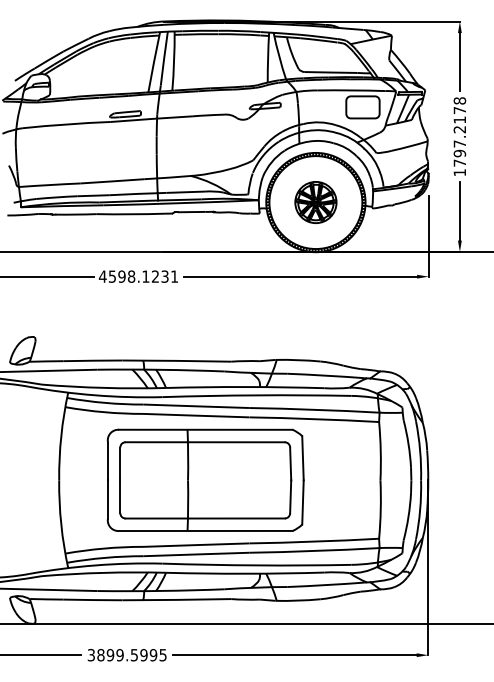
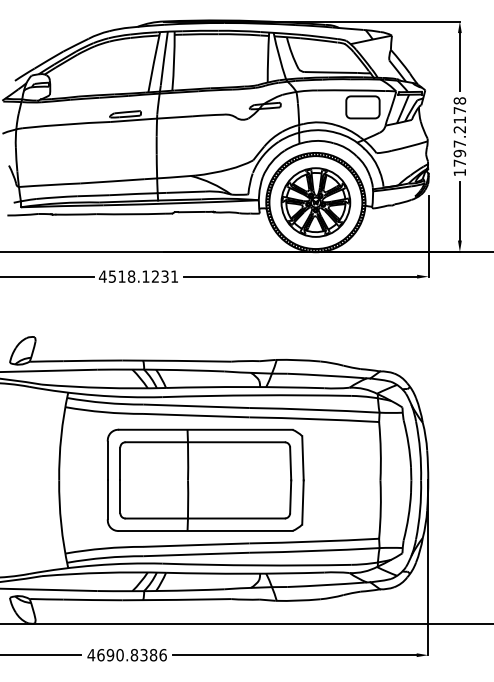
part at (315, 202) size: 44x43 px -> 72x71 px
text at (121, 276): 4598.1231 -> 4518.1231
text at (126, 655): 3899.5995 -> 4690.8386
